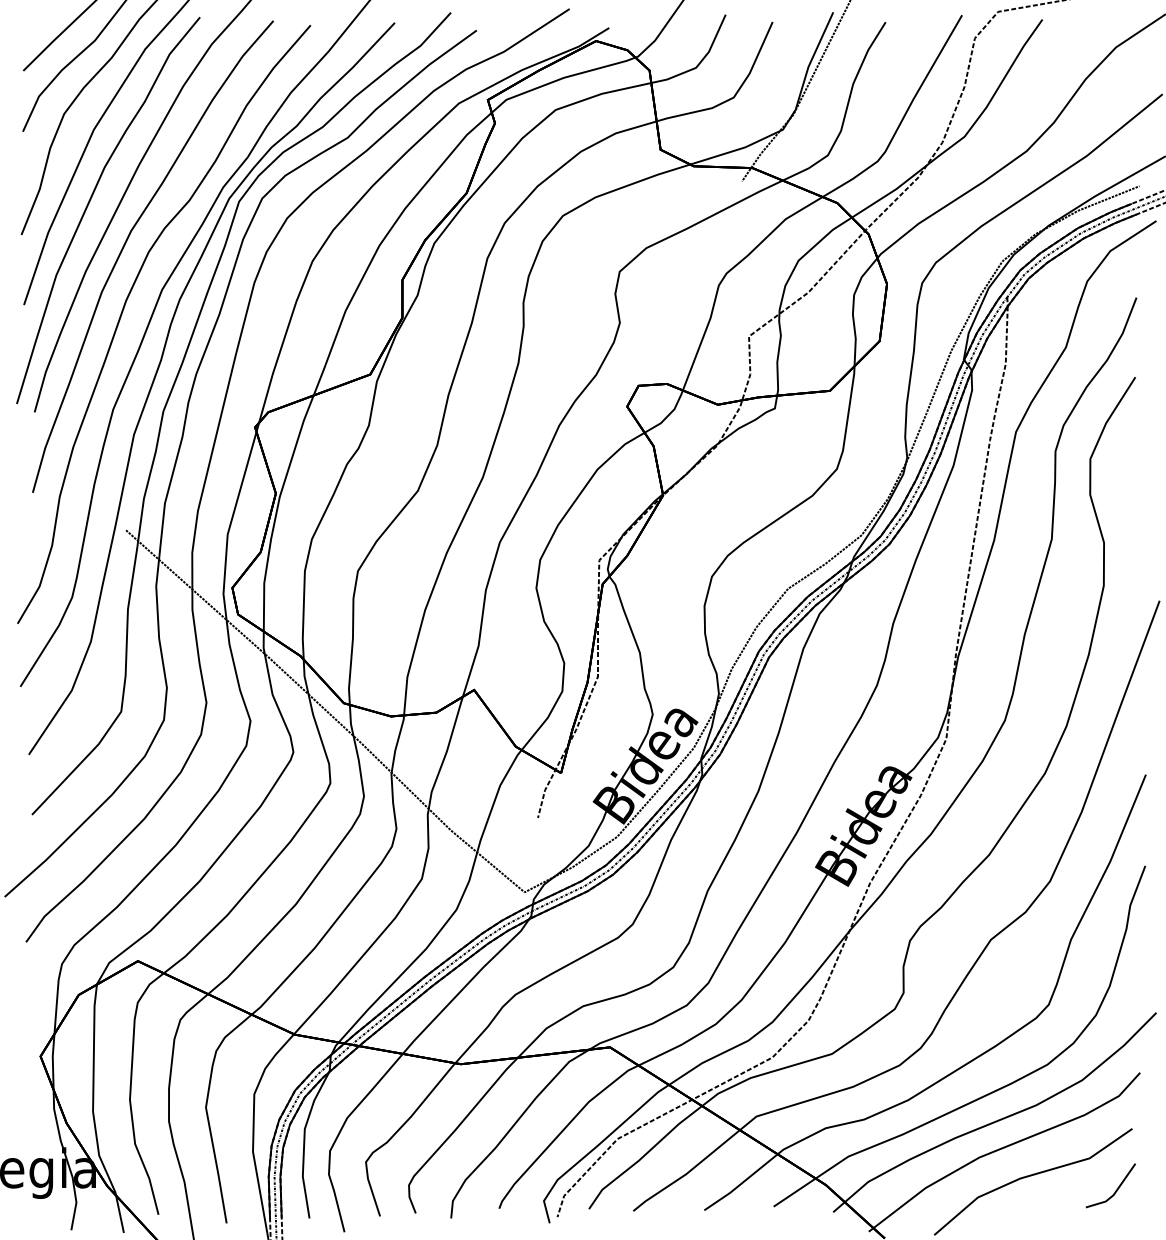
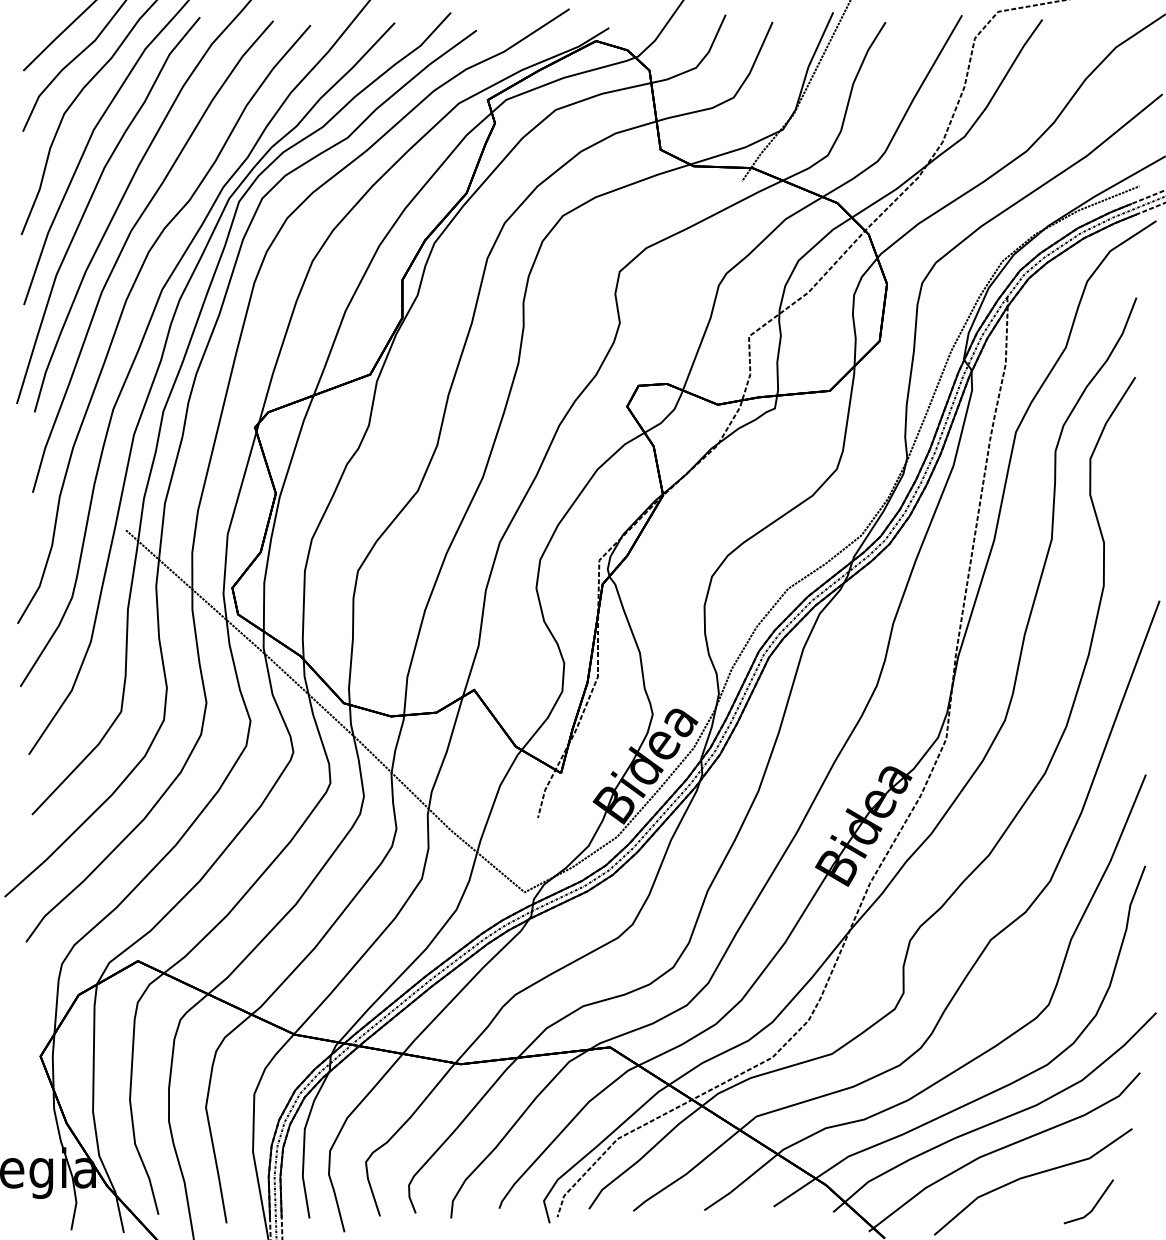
line at (1115, 1190) position: (1115, 1190) -> (1093, 1206)
